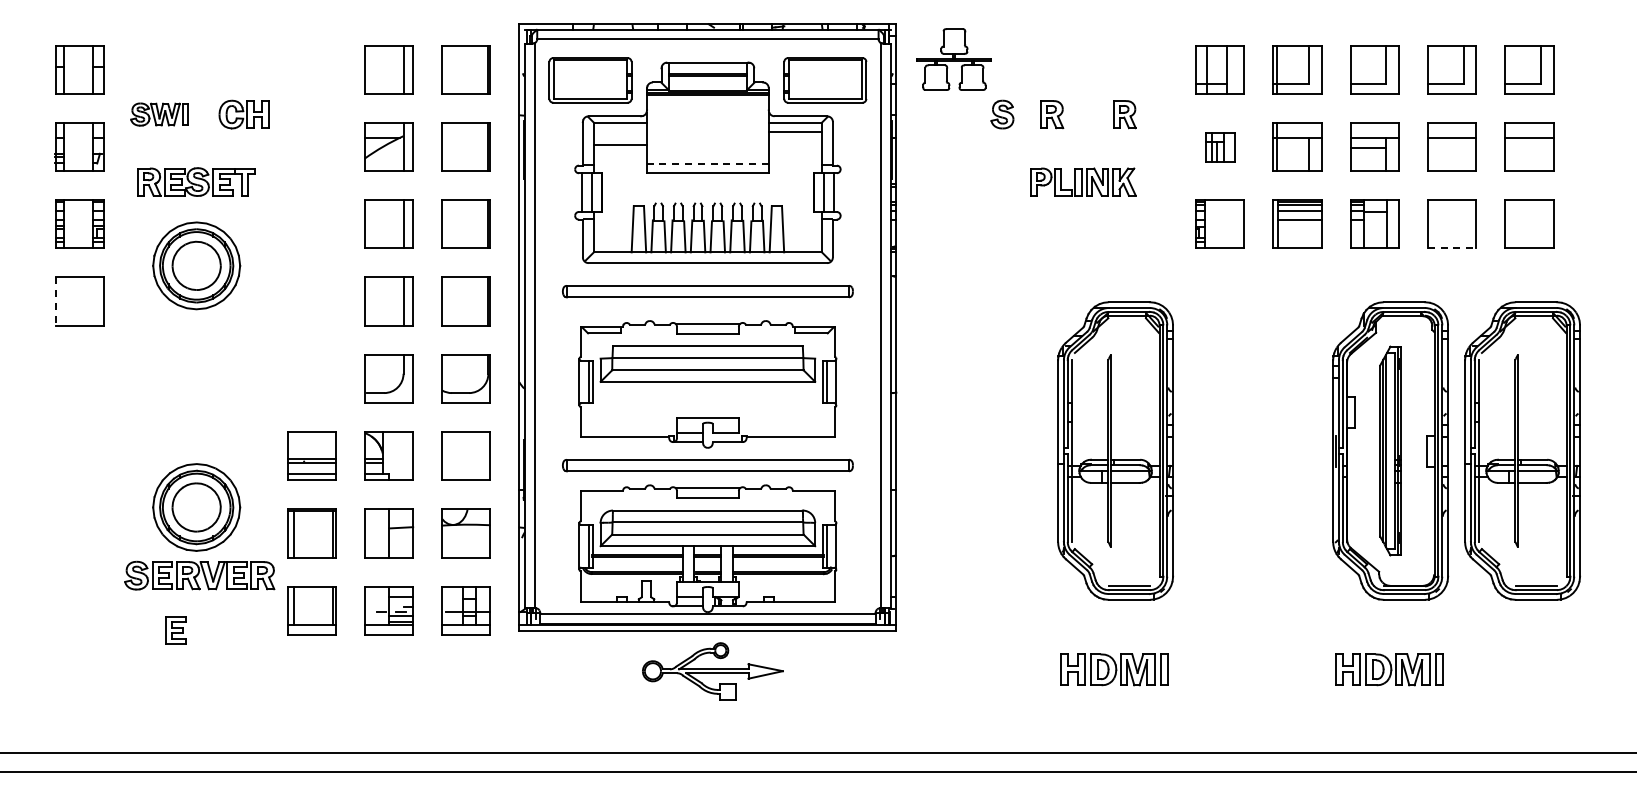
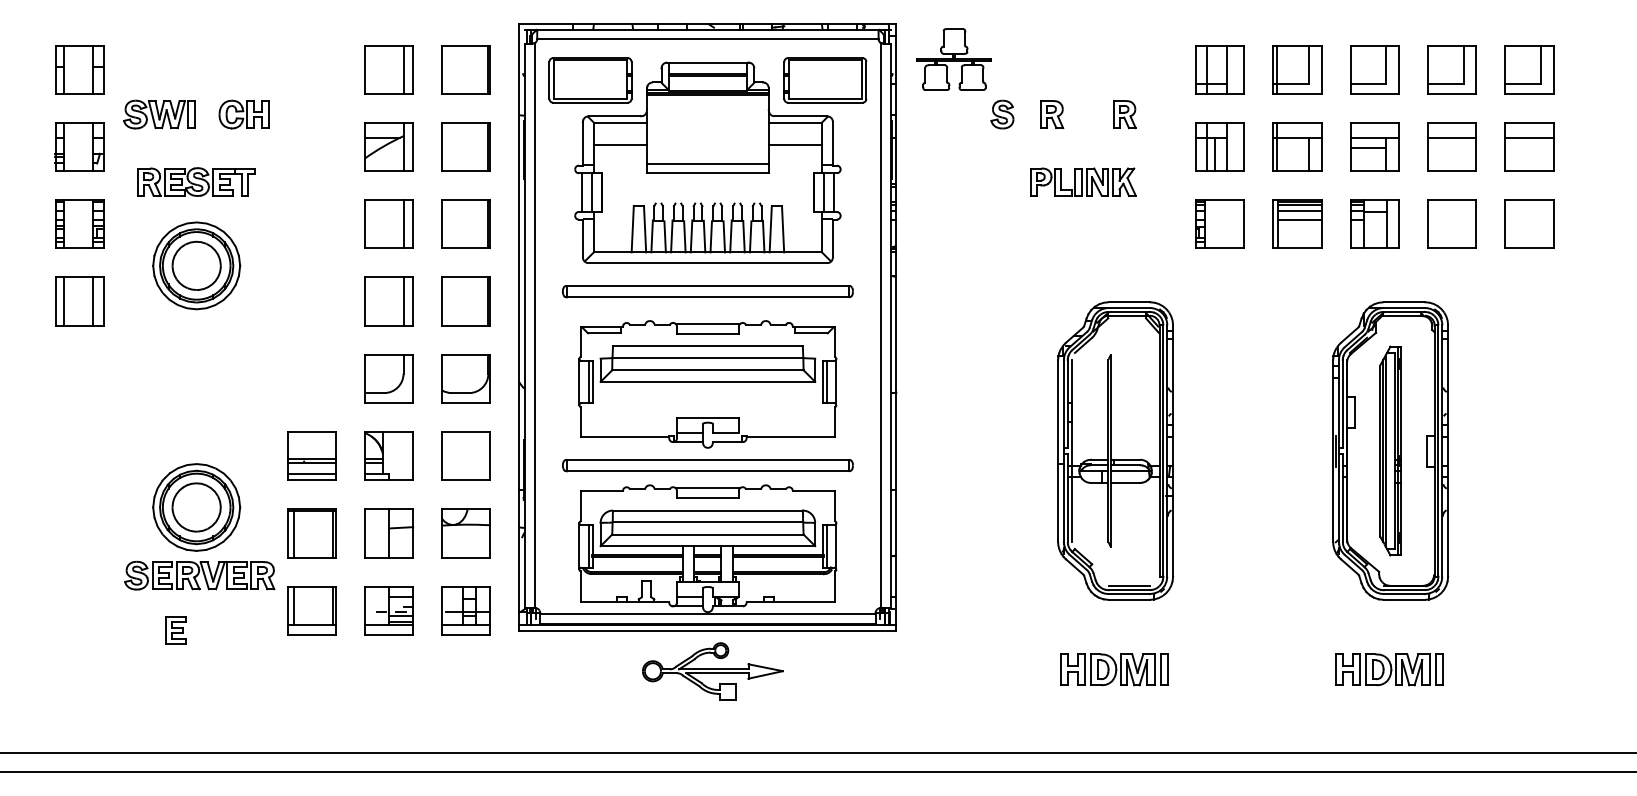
part at (159, 114) size: 59x25 px -> 73x31 px
line at (794, 131) position: (794, 131) -> (794, 144)
part at (1220, 147) size: 31x31 px -> 50x50 px
line at (707, 164): dashed -> solid
line at (1452, 248): dashed -> solid
line at (64, 301): none -> present
line at (93, 301): none -> present
line at (55, 302): dashed -> solid
part at (1522, 450): present -> none
